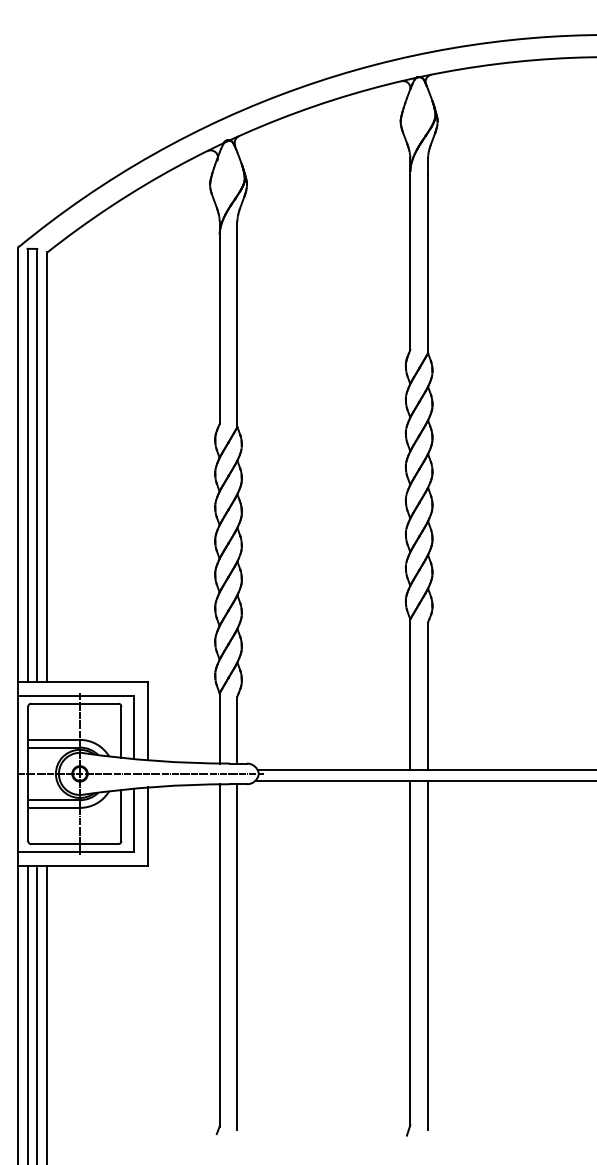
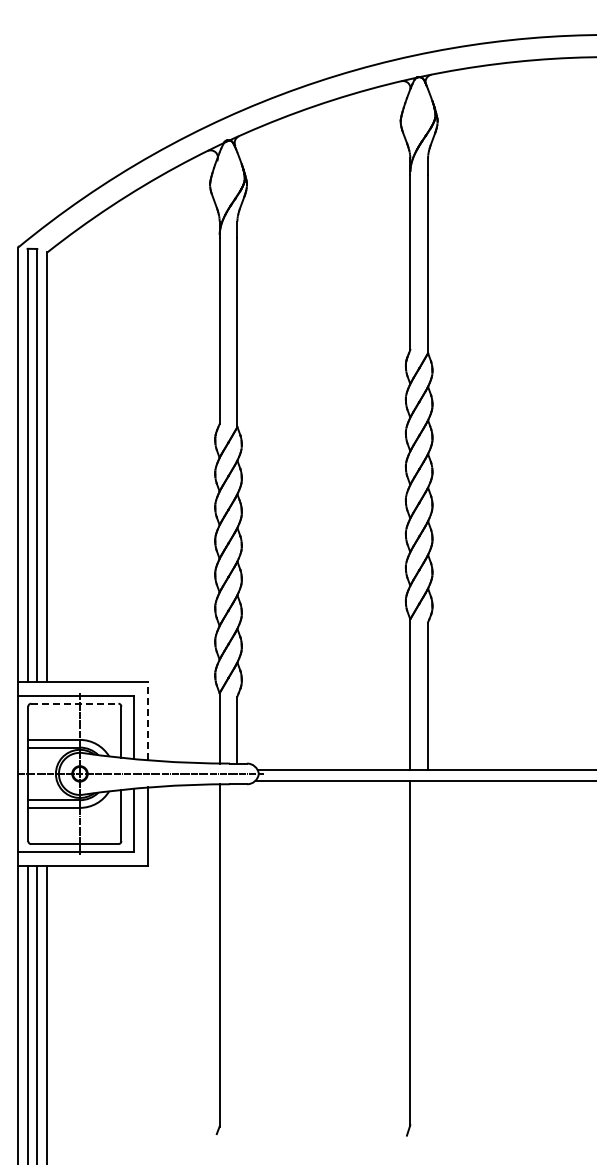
line at (74, 703): solid -> dashed
line at (148, 720): solid -> dashed
line at (428, 954): present -> none
line at (237, 956): present -> none
